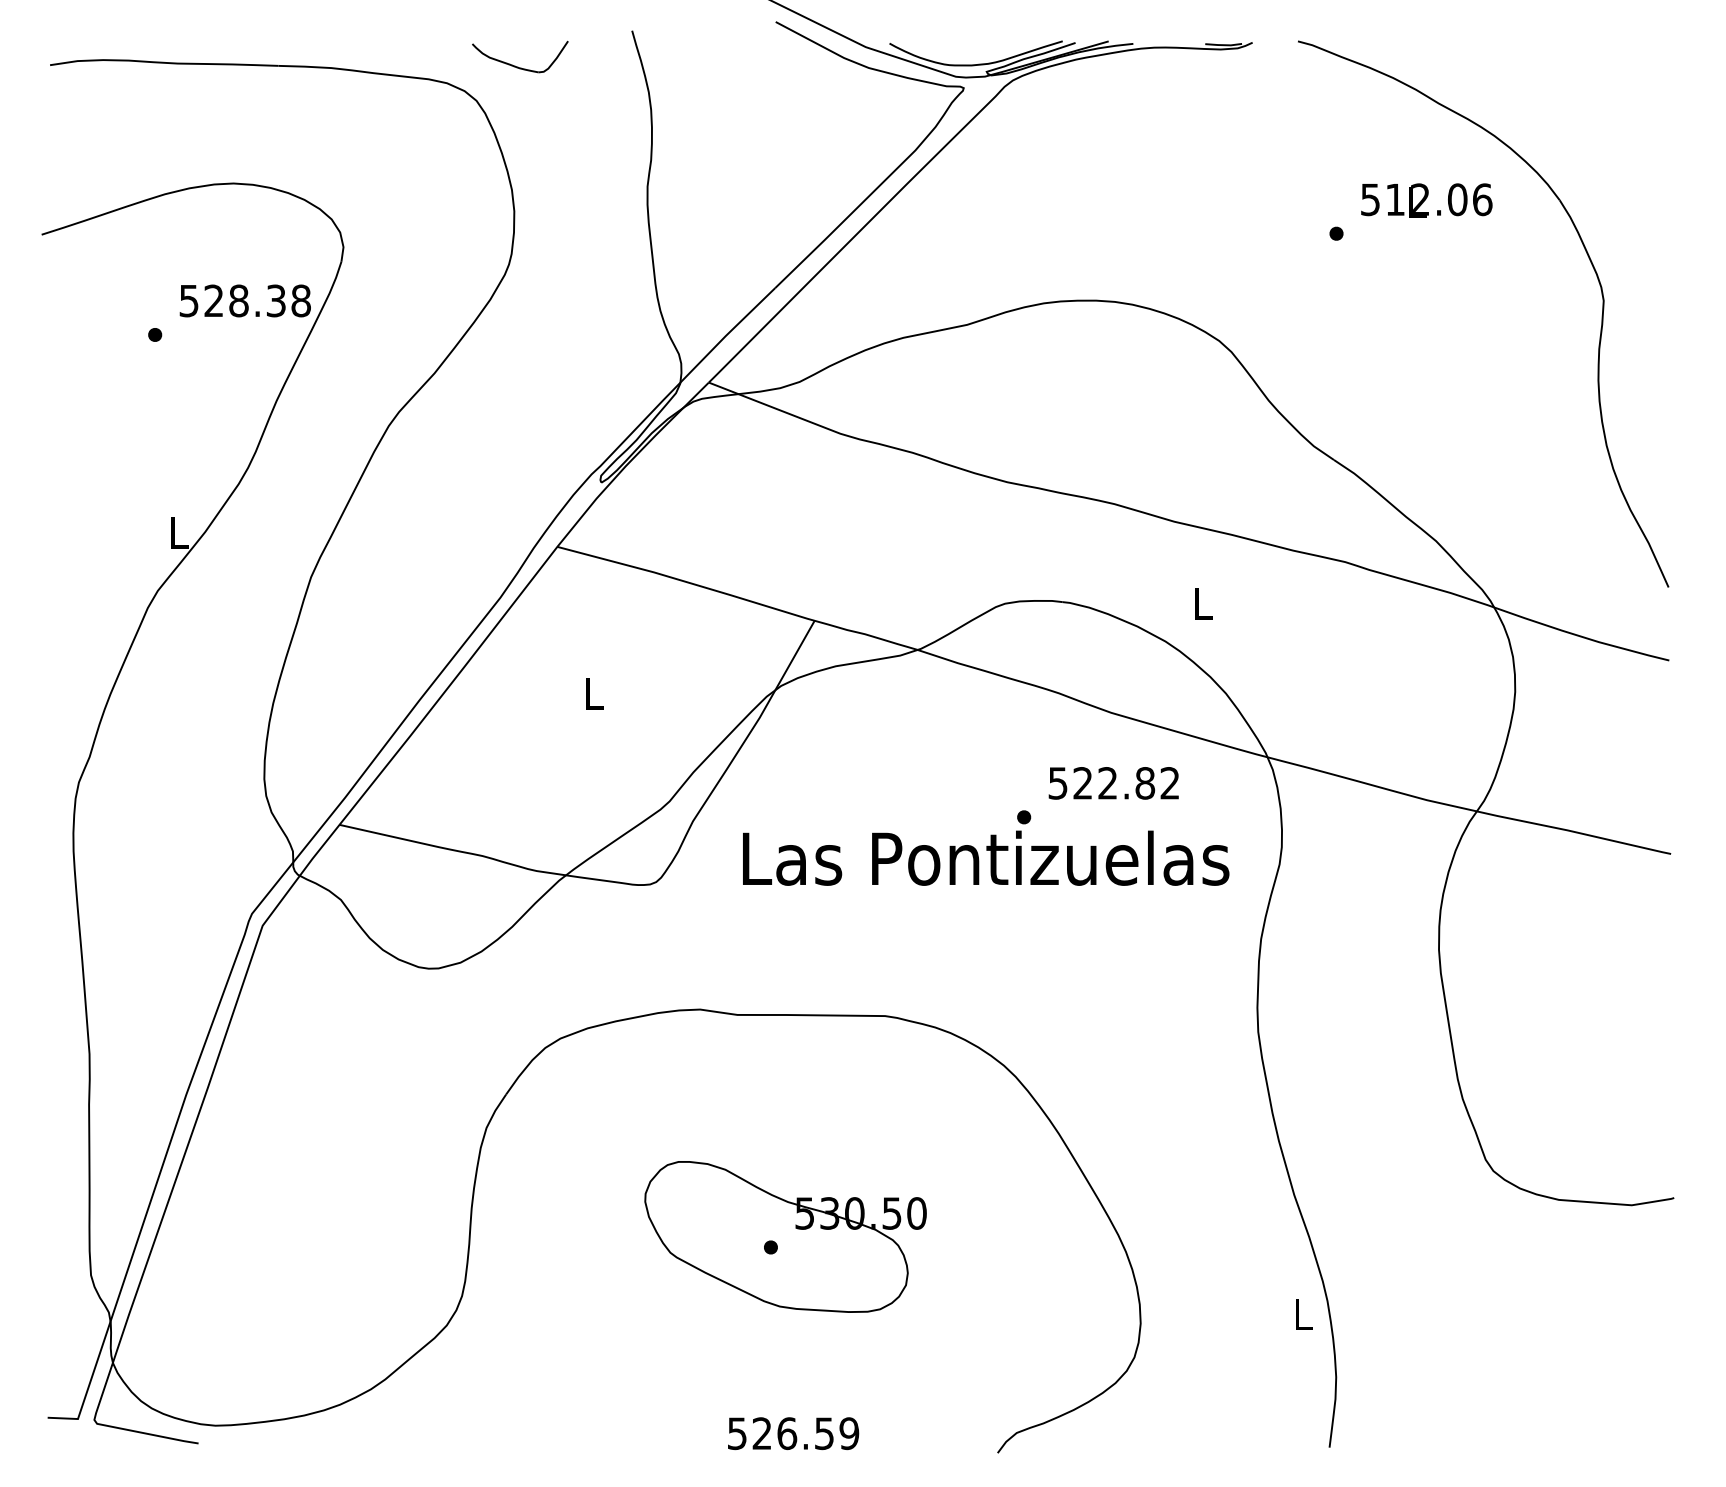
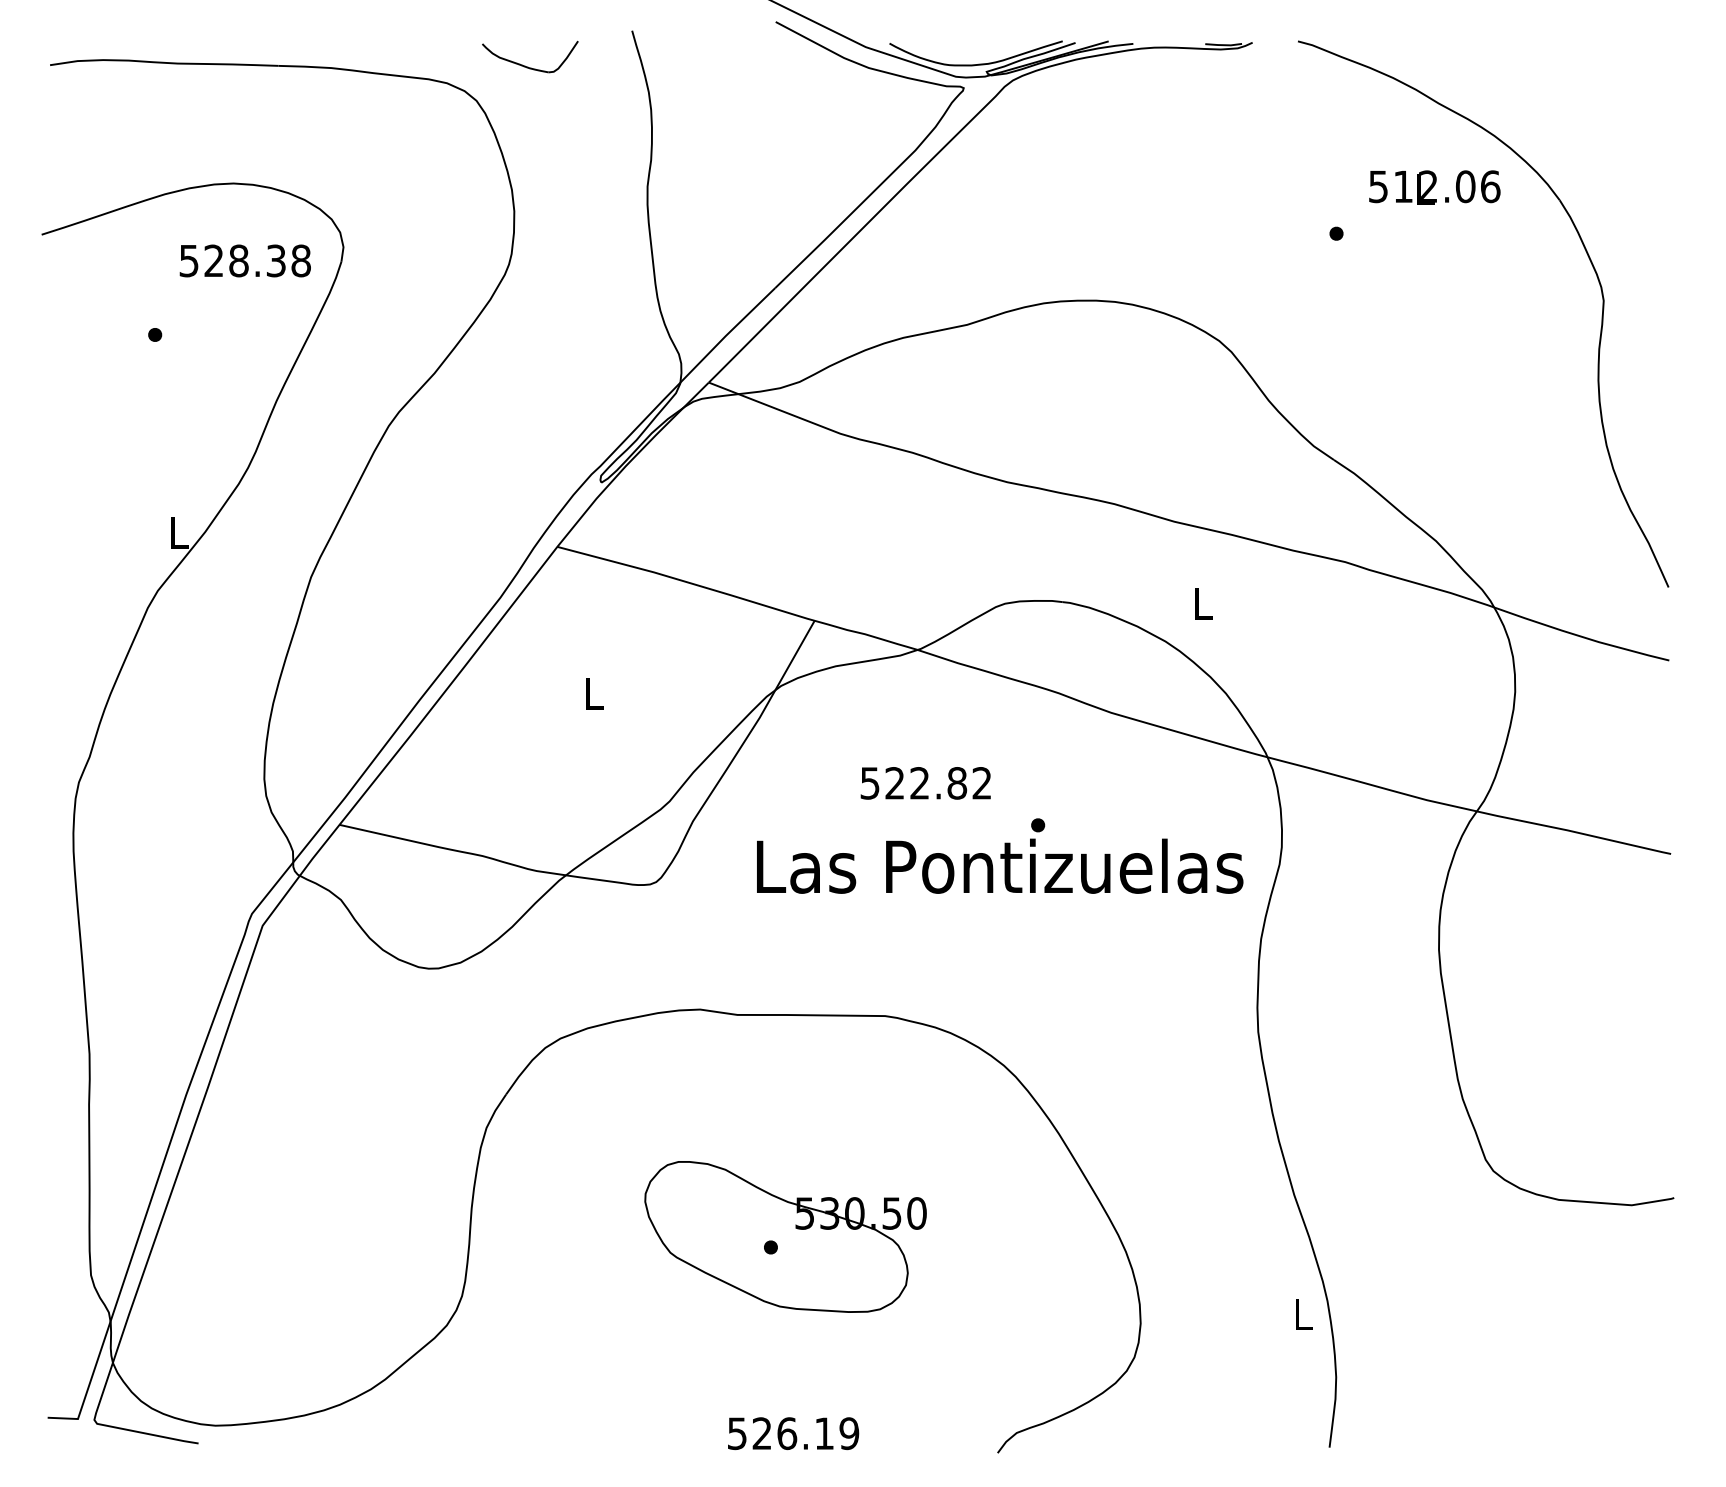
part at (518, 66) position: (518, 66) -> (528, 66)
text at (1426, 200) position: (1426, 200) -> (1434, 187)
text at (244, 300) position: (244, 300) -> (244, 260)
text at (1113, 783) position: (1113, 783) -> (925, 783)
text at (986, 847) position: (986, 847) -> (1000, 855)
text at (824, 1433): 526.59 -> 526.19
